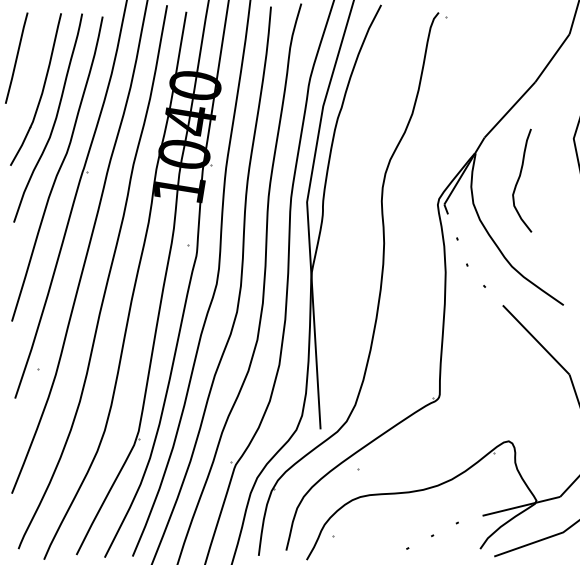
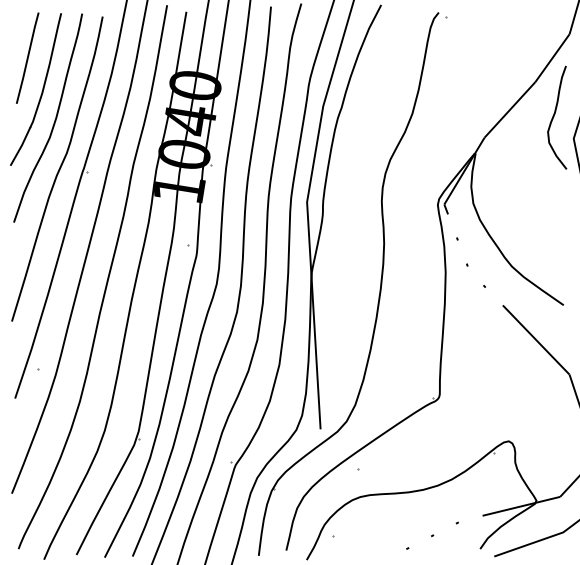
line at (16, 57) position: (16, 57) -> (27, 57)
curve at (519, 179) position: (519, 179) -> (554, 116)
